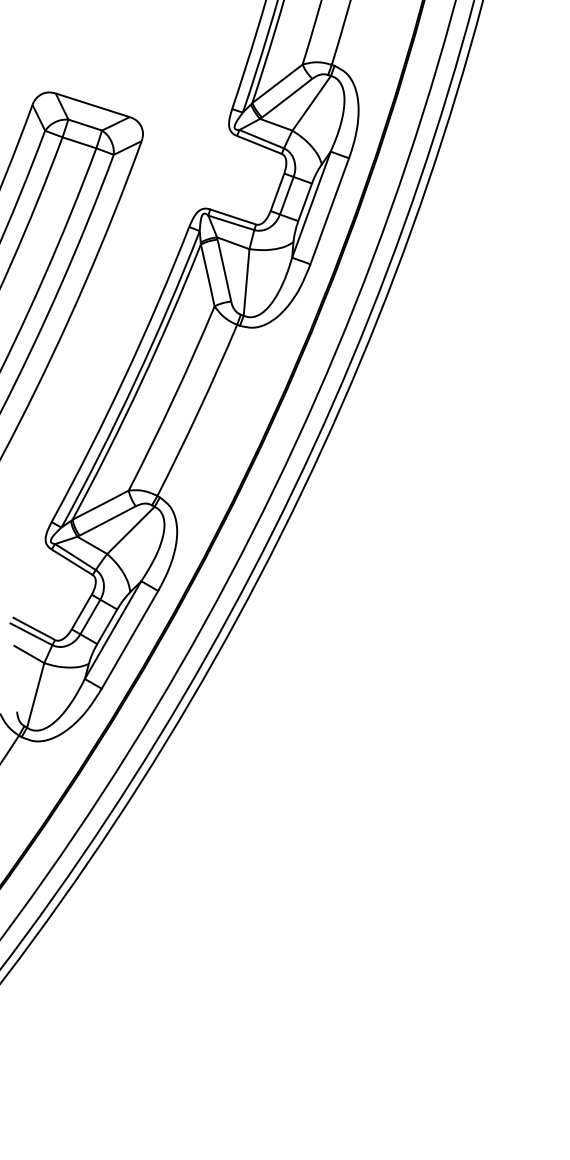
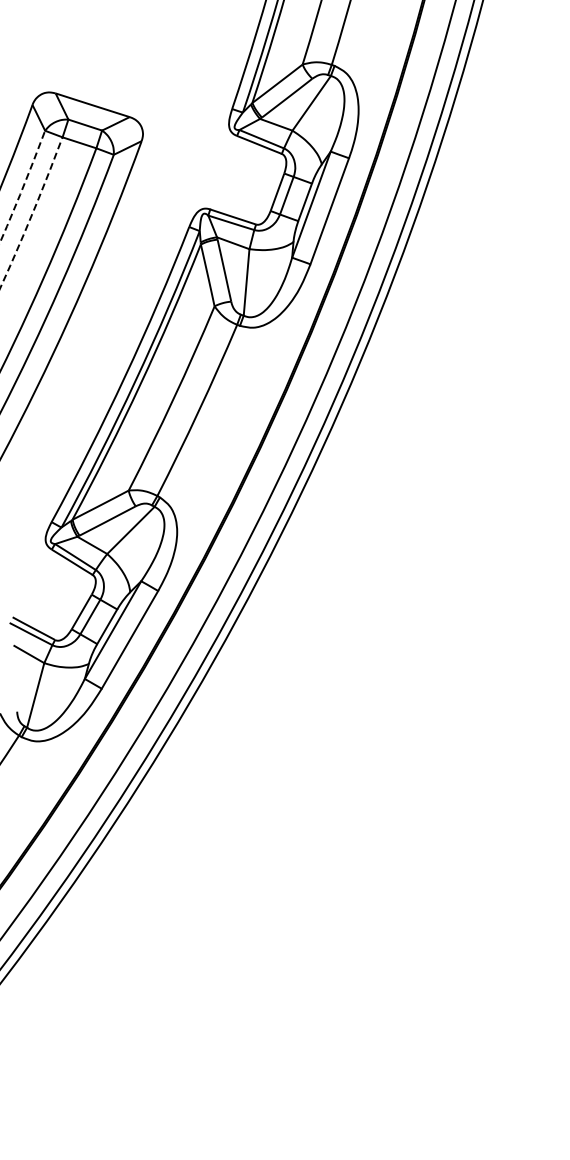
arc at (23, 187): solid -> dashed
arc at (32, 213): solid -> dashed
